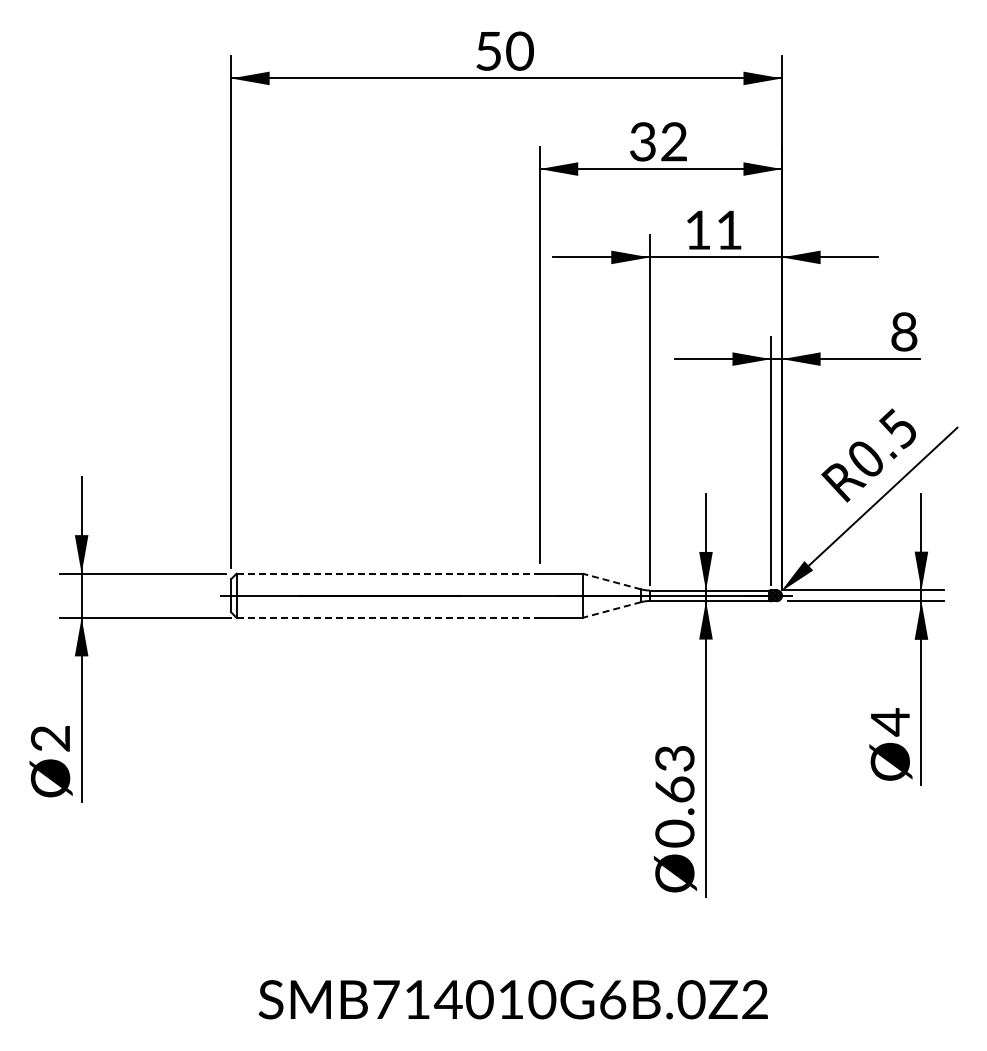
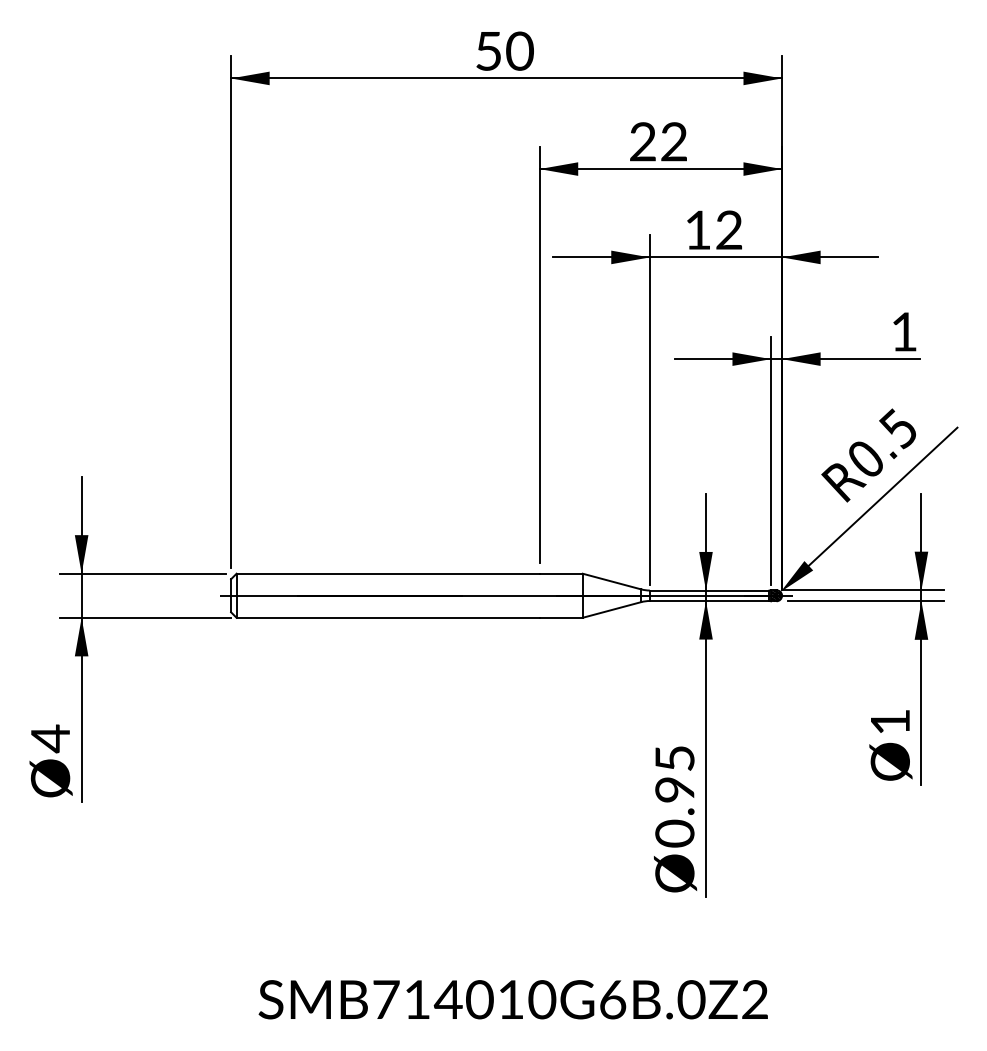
text at (642, 142): 32 -> 22
text at (729, 229): 11 -> 12
text at (904, 331): 8 -> 1
line at (388, 573): dashed -> solid
line at (611, 581): dashed -> solid
line at (611, 610): dashed -> solid
line at (388, 617): dashed -> solid
text at (890, 722): 4 -> 1
text at (49, 738): 2 -> 4
text at (674, 774): 0.63 -> 0.95
